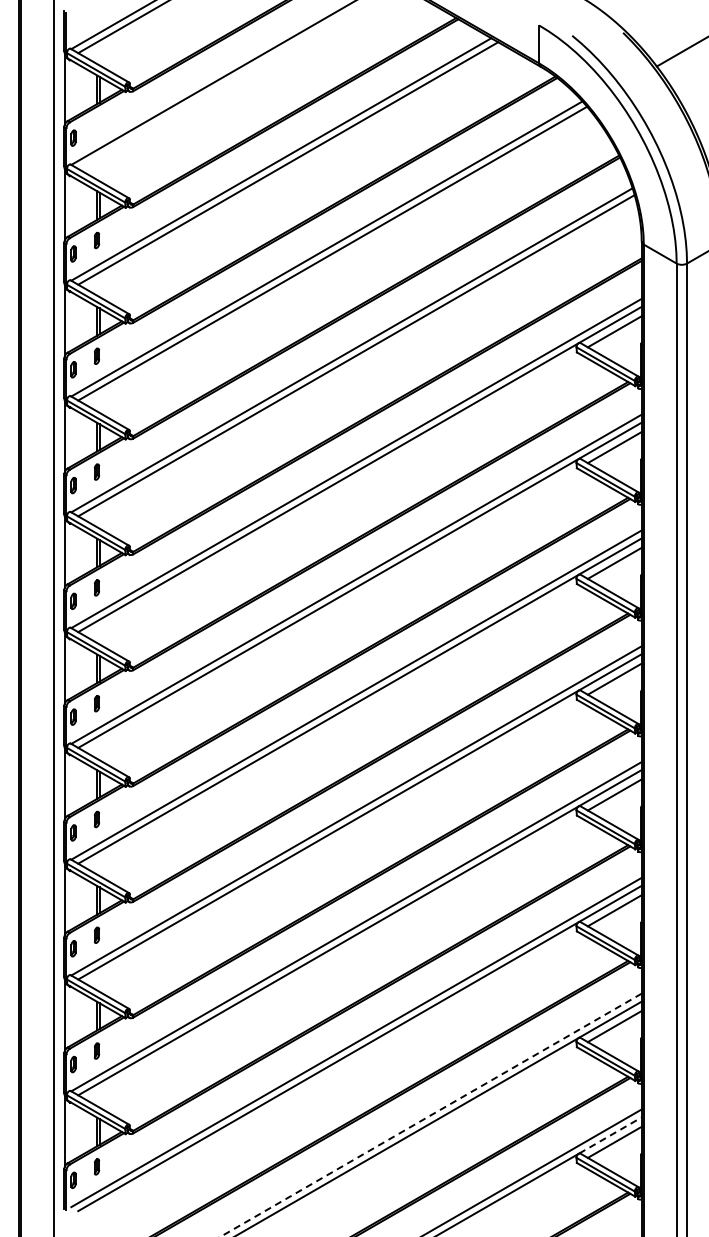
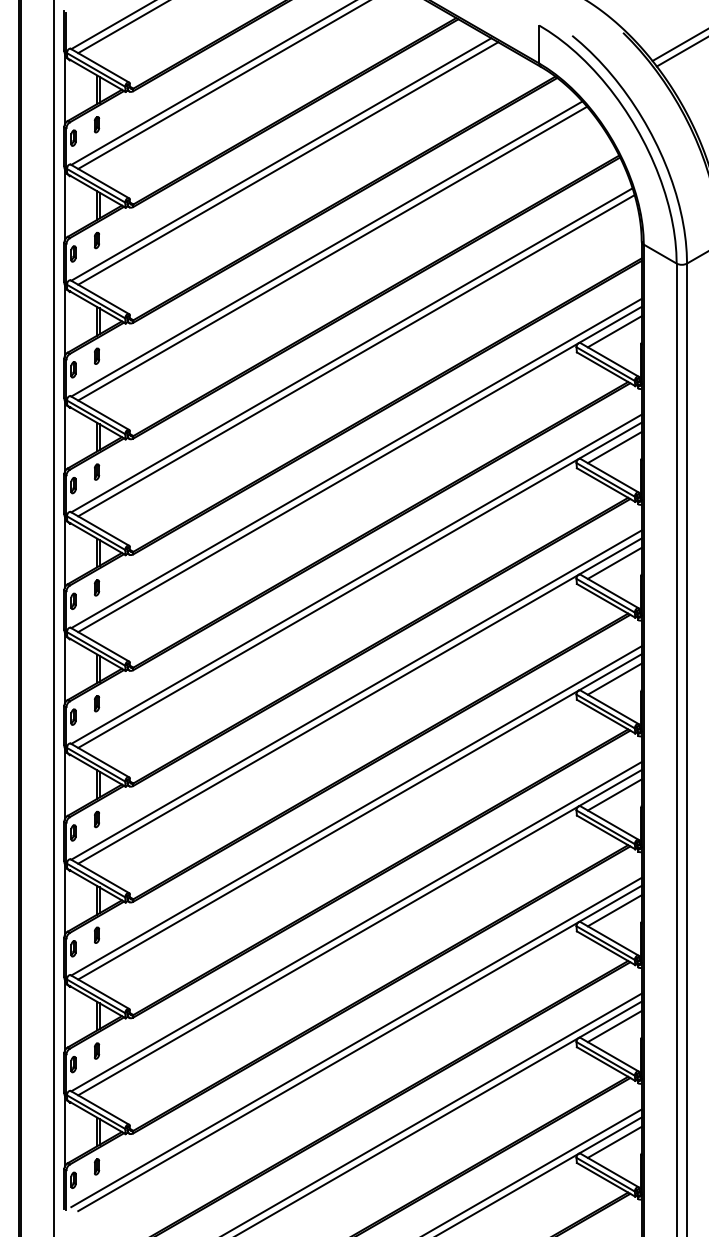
line at (678, 45): none -> present
line at (222, 85): none -> present
part at (96, 124): none -> present
line at (430, 1115): dashed -> solid
line at (610, 1135): dashed -> solid
